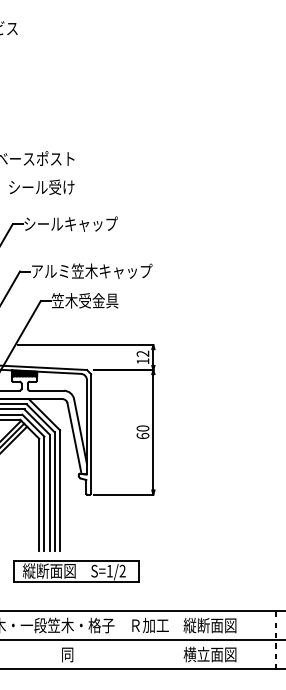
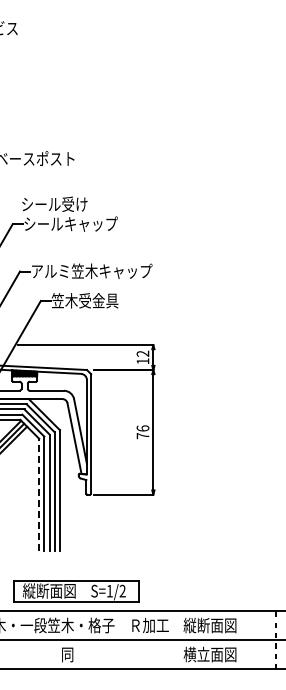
text at (41, 186) position: (41, 186) -> (54, 203)
text at (142, 432): 60 -> 76
line at (39, 494): solid -> dashed
part at (76, 571) position: (76, 571) -> (76, 591)
